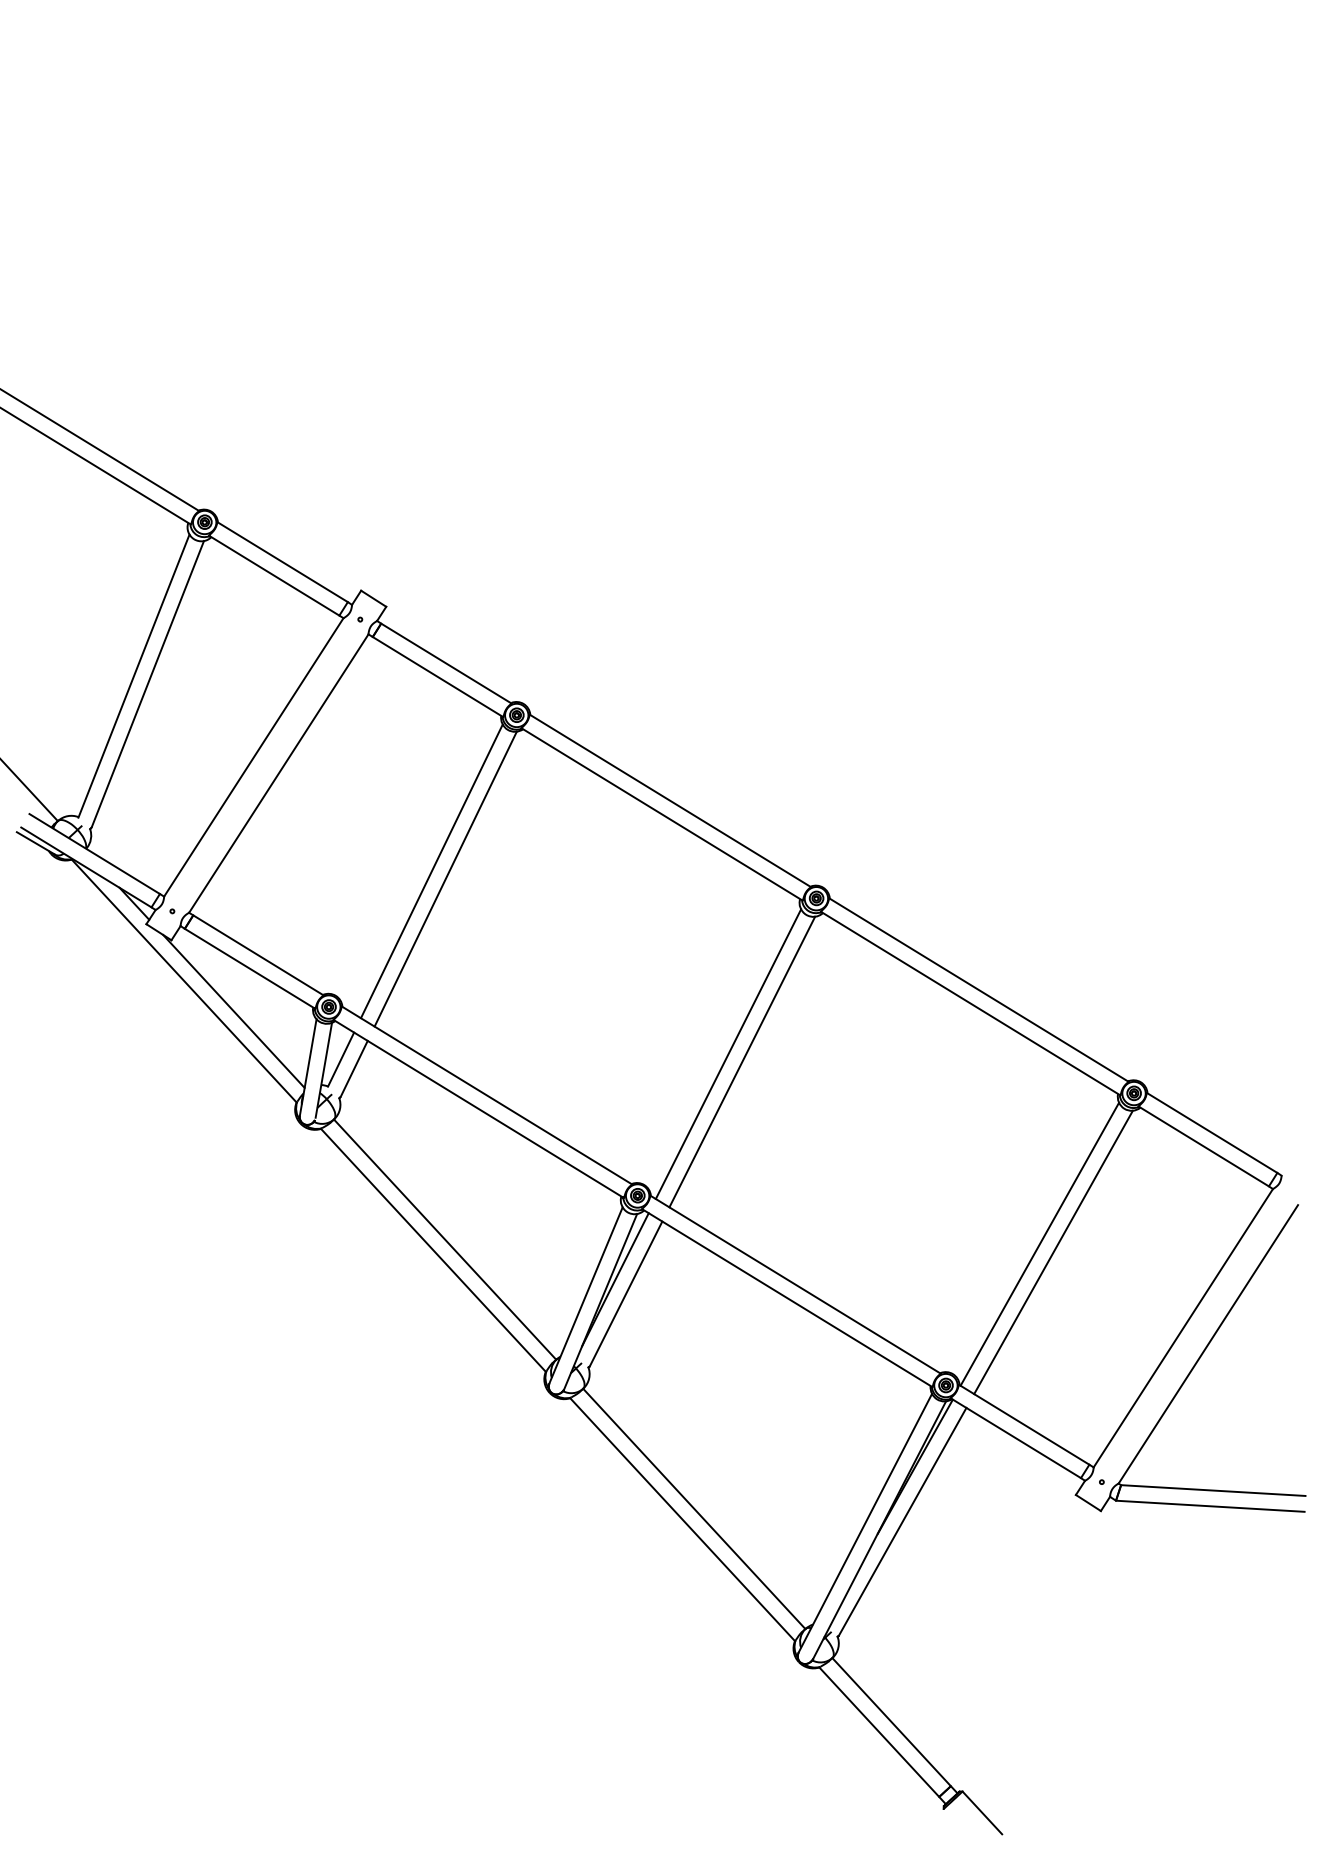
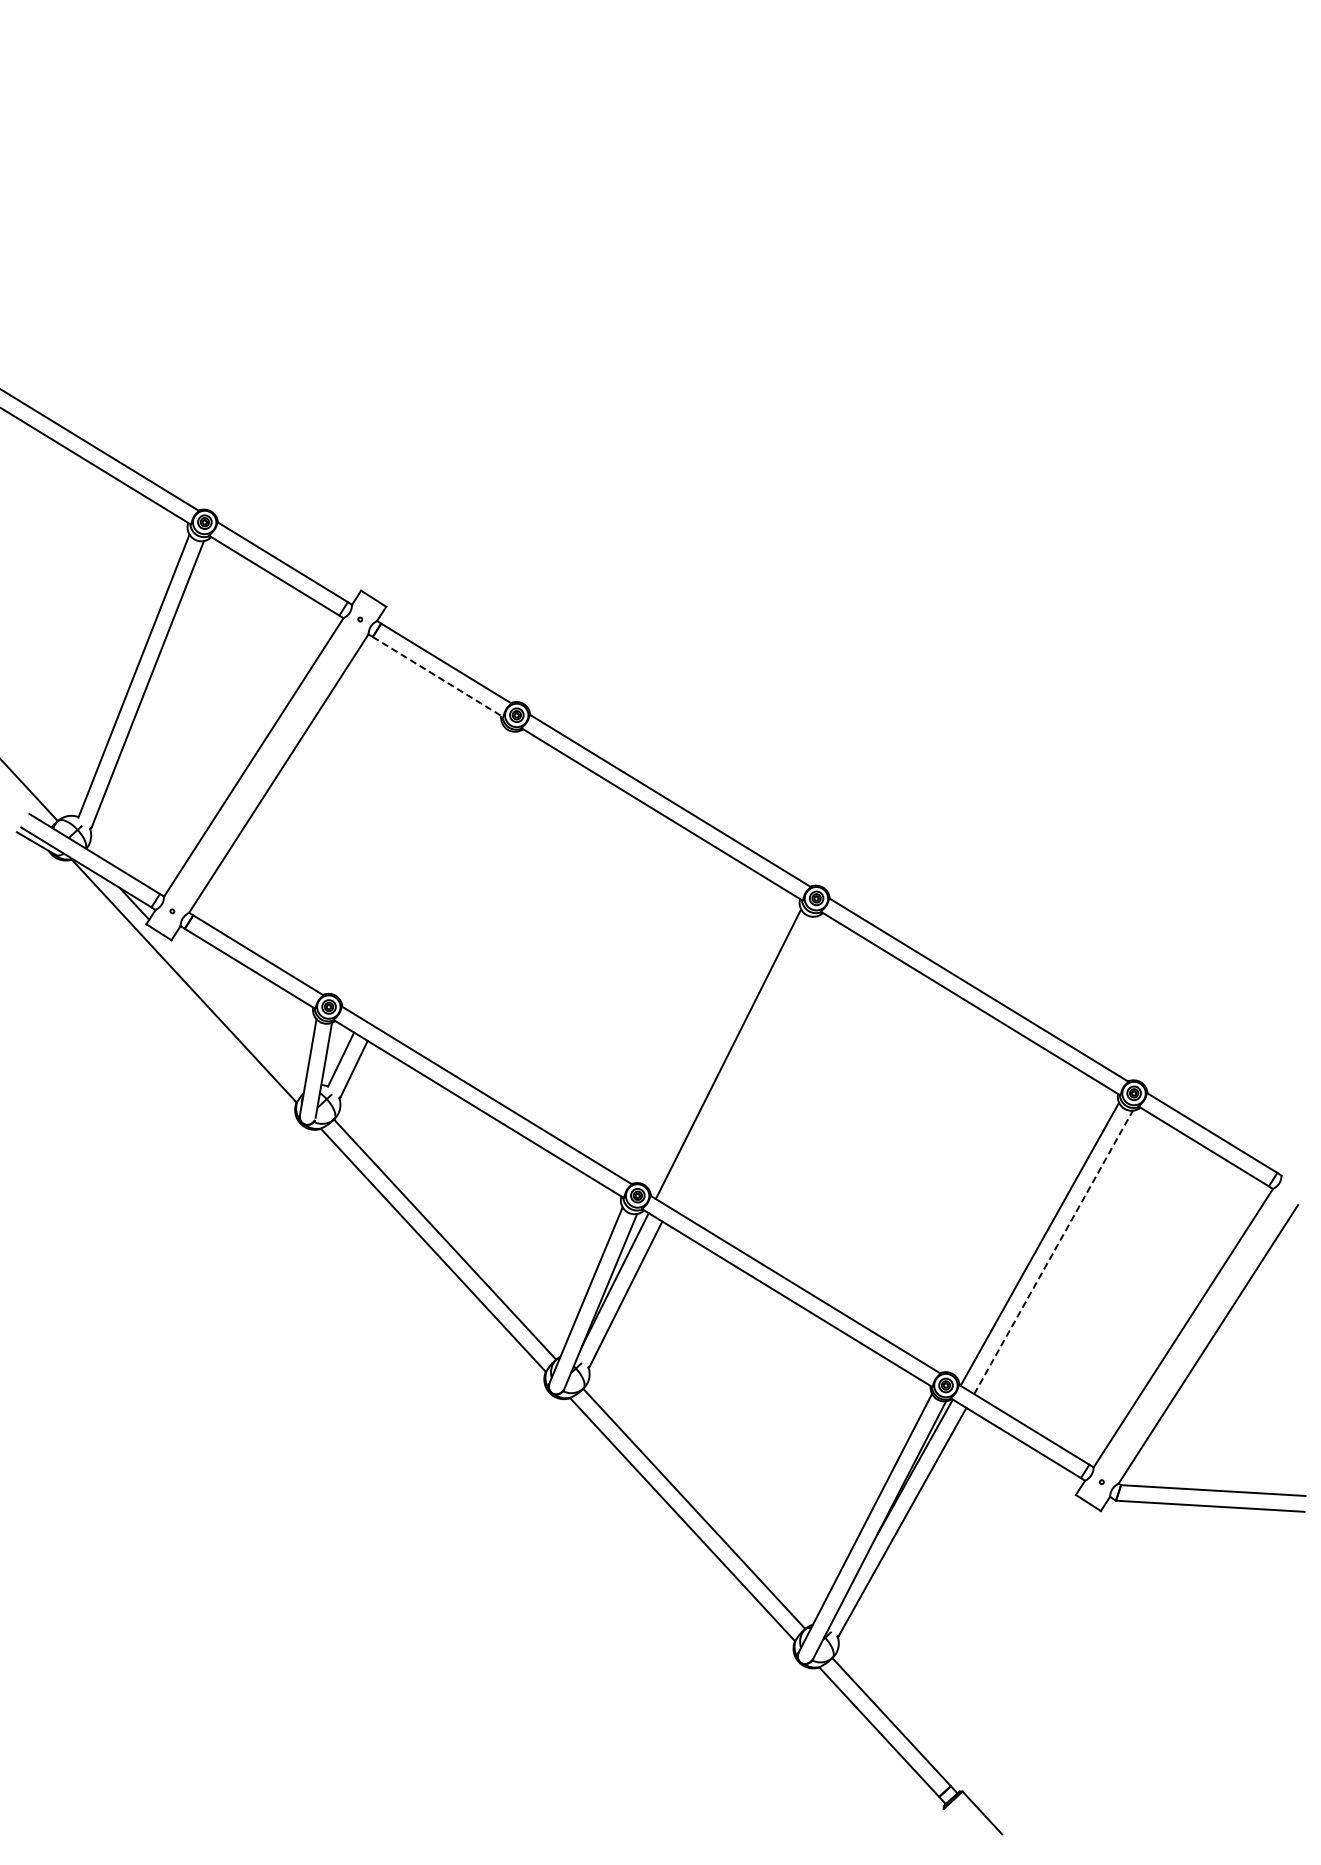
line at (438, 677): solid -> dashed
line at (431, 871): present -> none
line at (445, 878): present -> none
line at (233, 1011): present -> none
line at (742, 1061): present -> none
line at (1053, 1252): solid -> dashed
